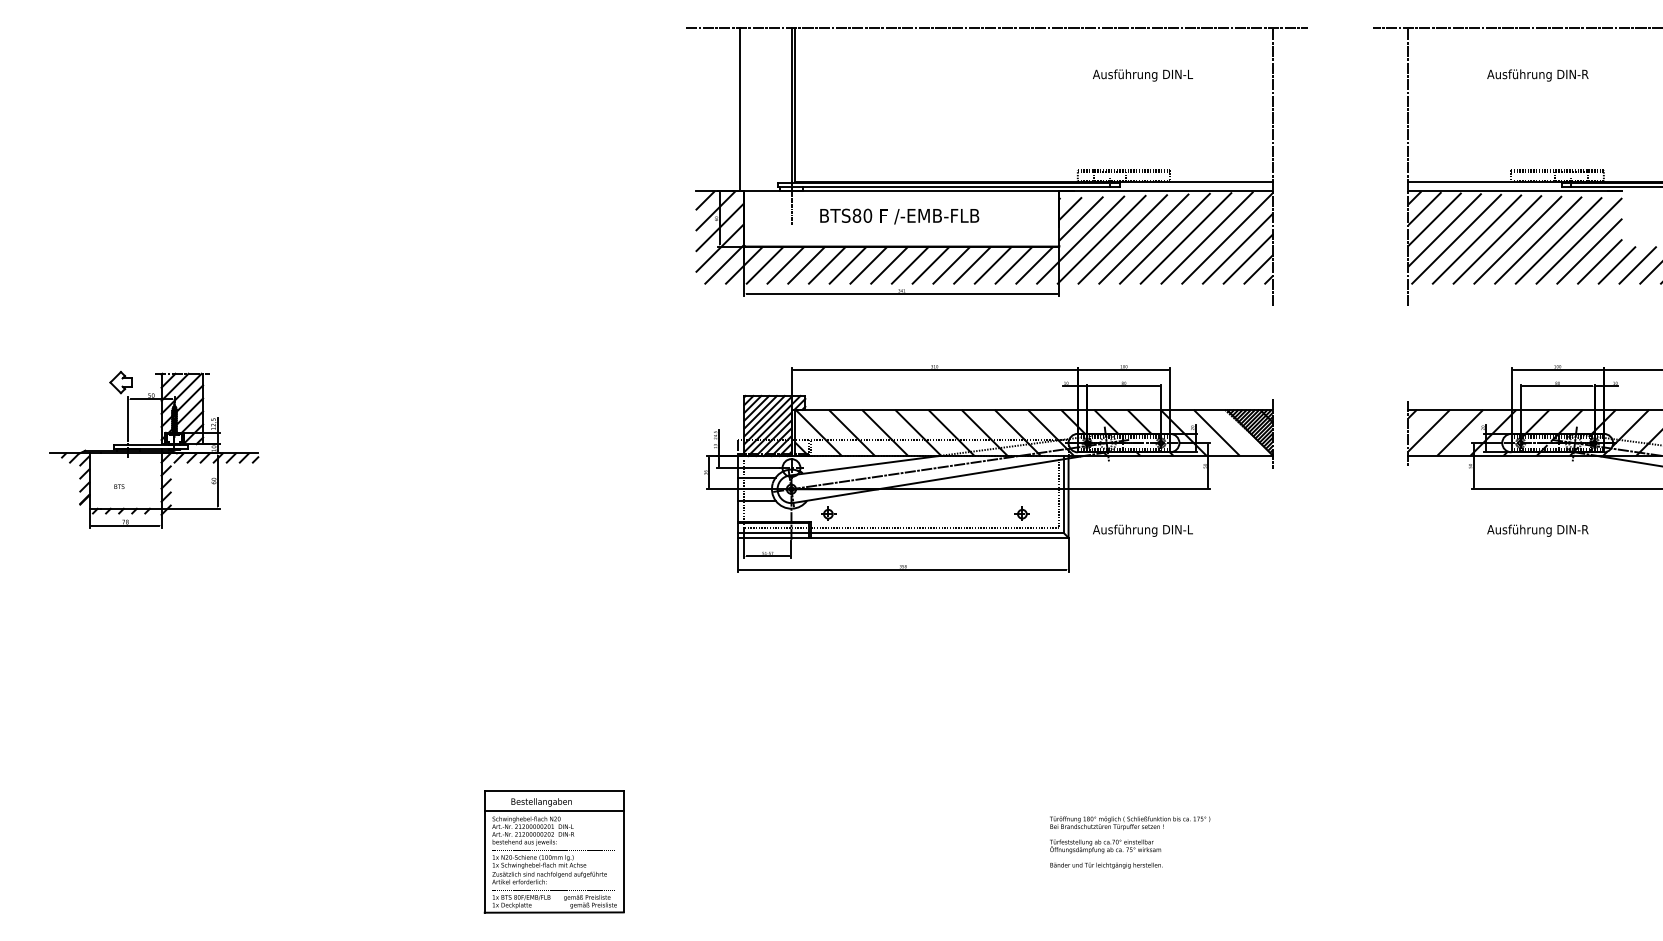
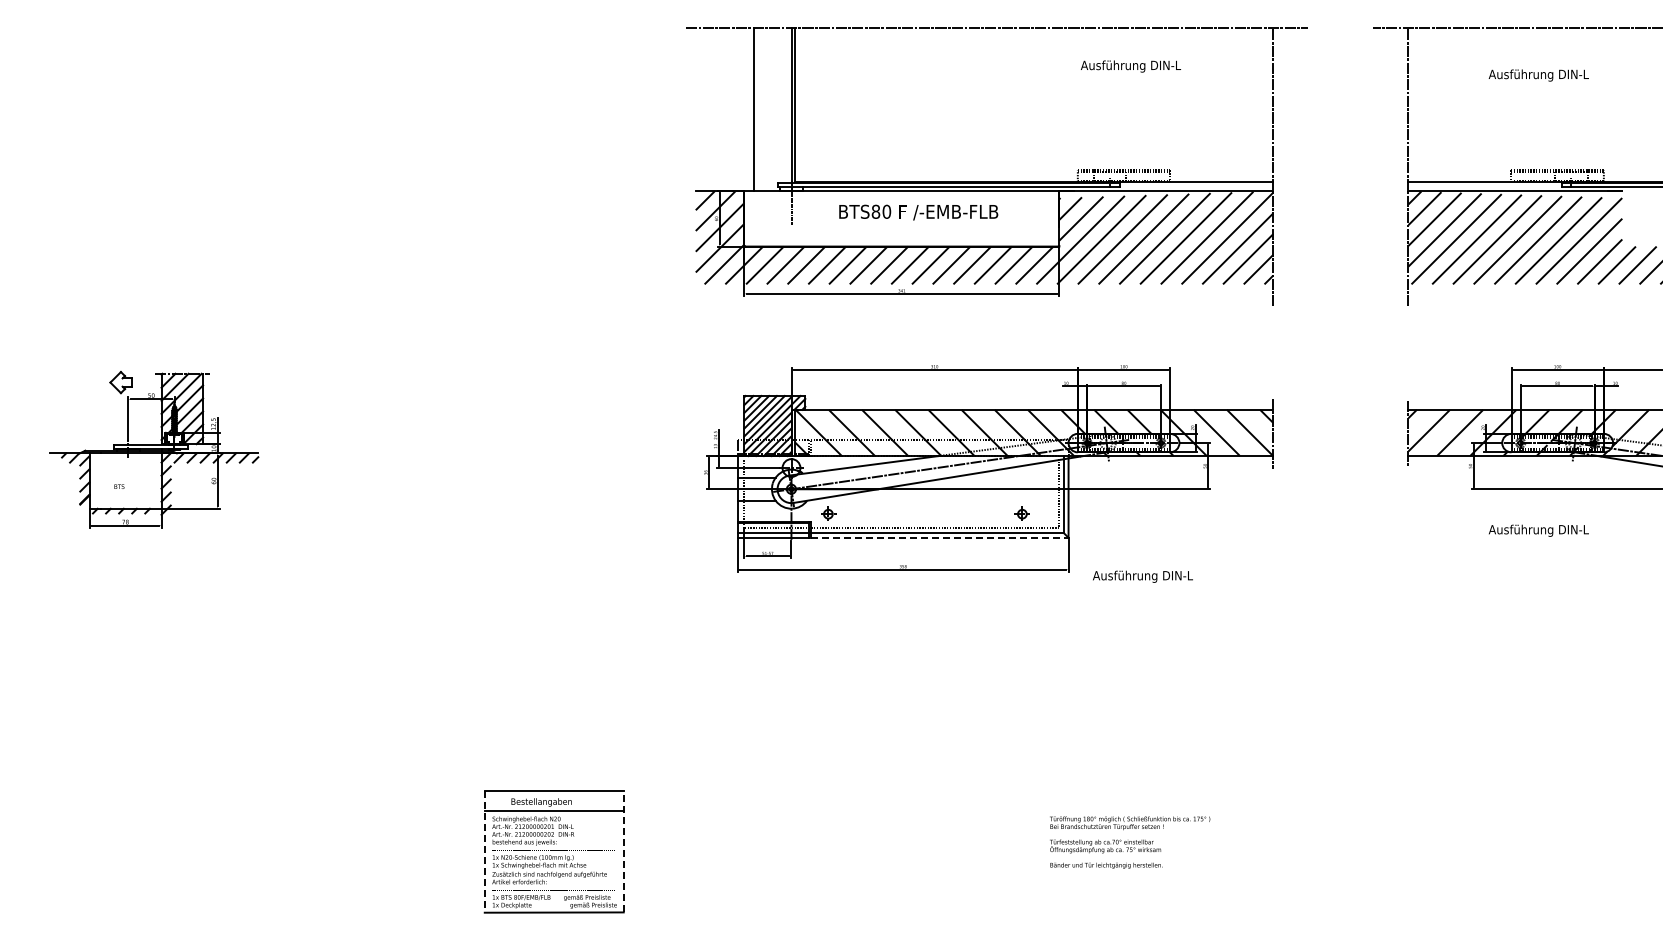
text at (1142, 75) position: (1142, 75) -> (1130, 66)
text at (1537, 75): Ausführung DIN-R -> Ausführung DIN-L
line at (739, 109) position: (739, 109) -> (753, 109)
text at (899, 216) position: (899, 216) -> (918, 212)
hatch at (1248, 432): present -> none
text at (1142, 530) position: (1142, 530) -> (1142, 576)
text at (1537, 530): Ausführung DIN-R -> Ausführung DIN-L
line at (939, 537): solid -> dashed
line at (623, 851): solid -> dashed
line at (484, 852): solid -> dashed
